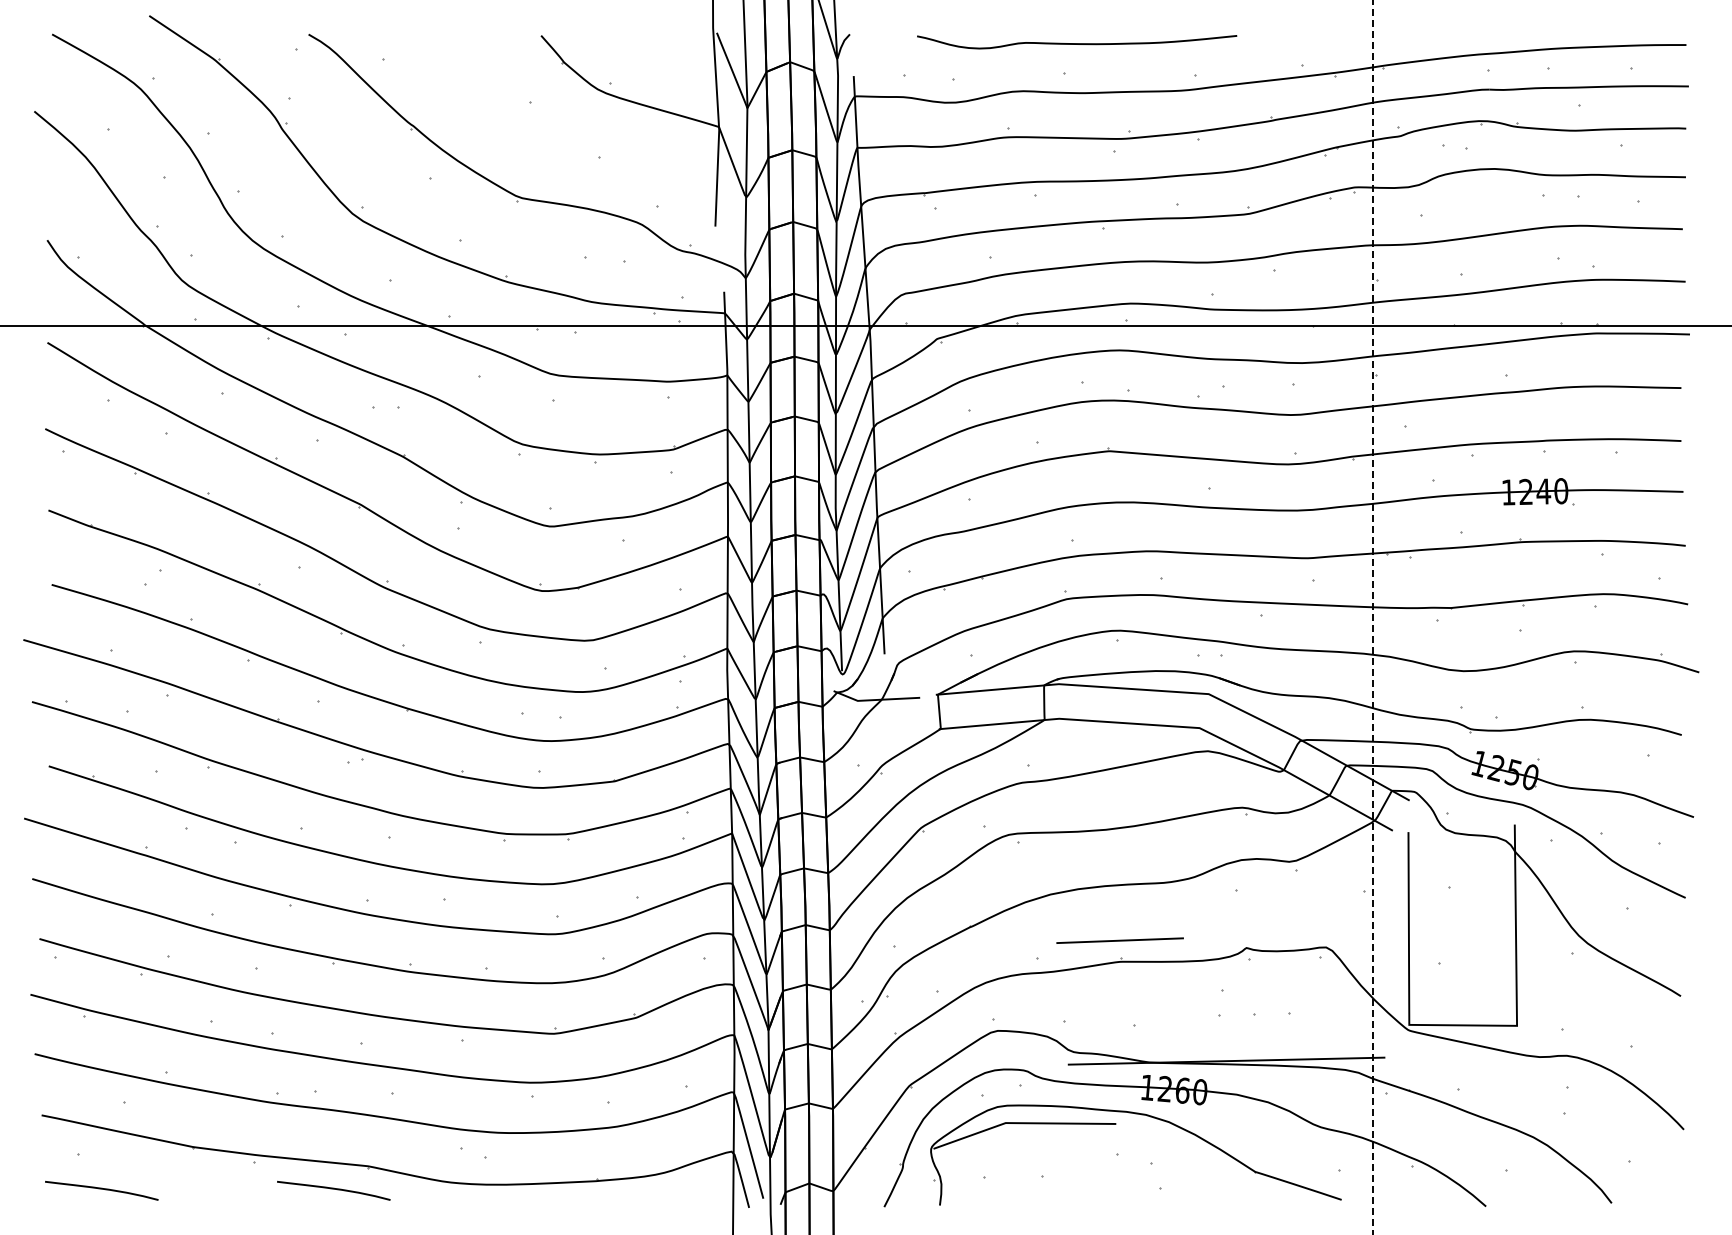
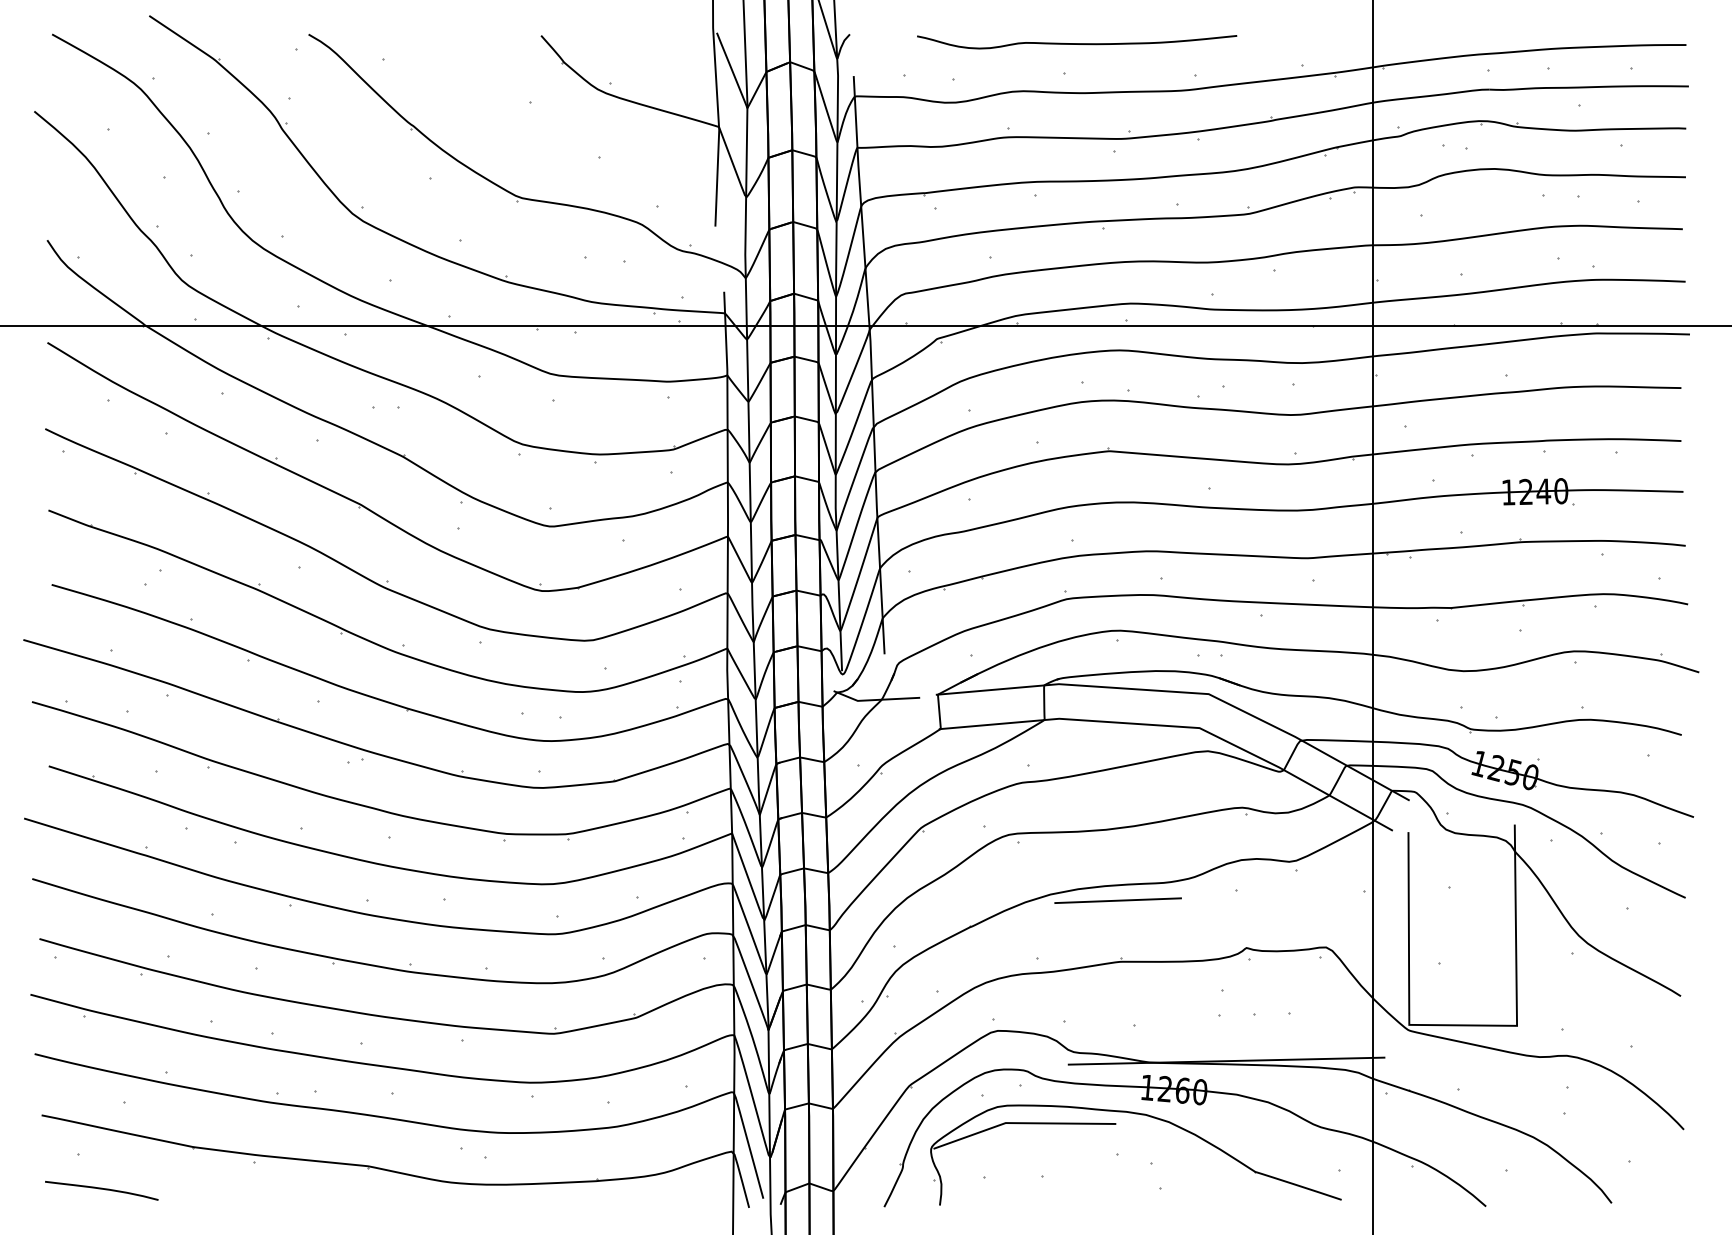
line at (1372, 617): dashed -> solid
line at (1119, 940) position: (1119, 940) -> (1117, 900)
curve at (333, 1189): present -> none
